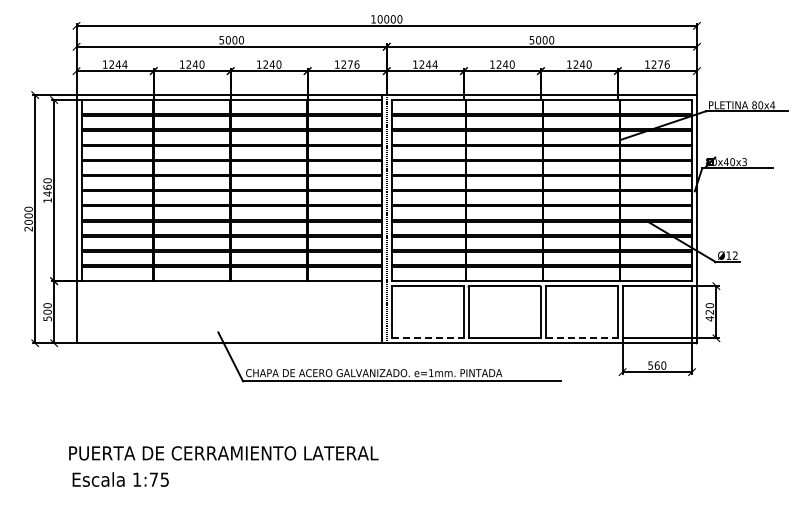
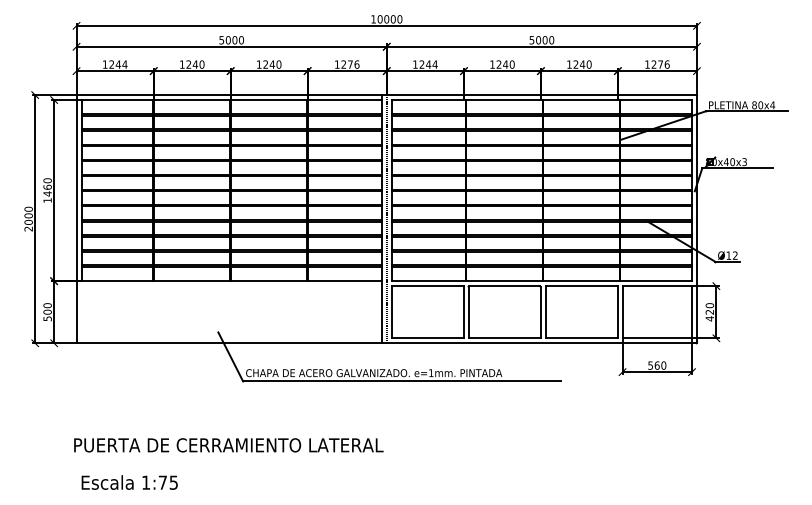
line at (427, 338): dashed -> solid
line at (581, 338): dashed -> solid
text at (223, 453) position: (223, 453) -> (228, 445)
text at (120, 479) position: (120, 479) -> (129, 482)
